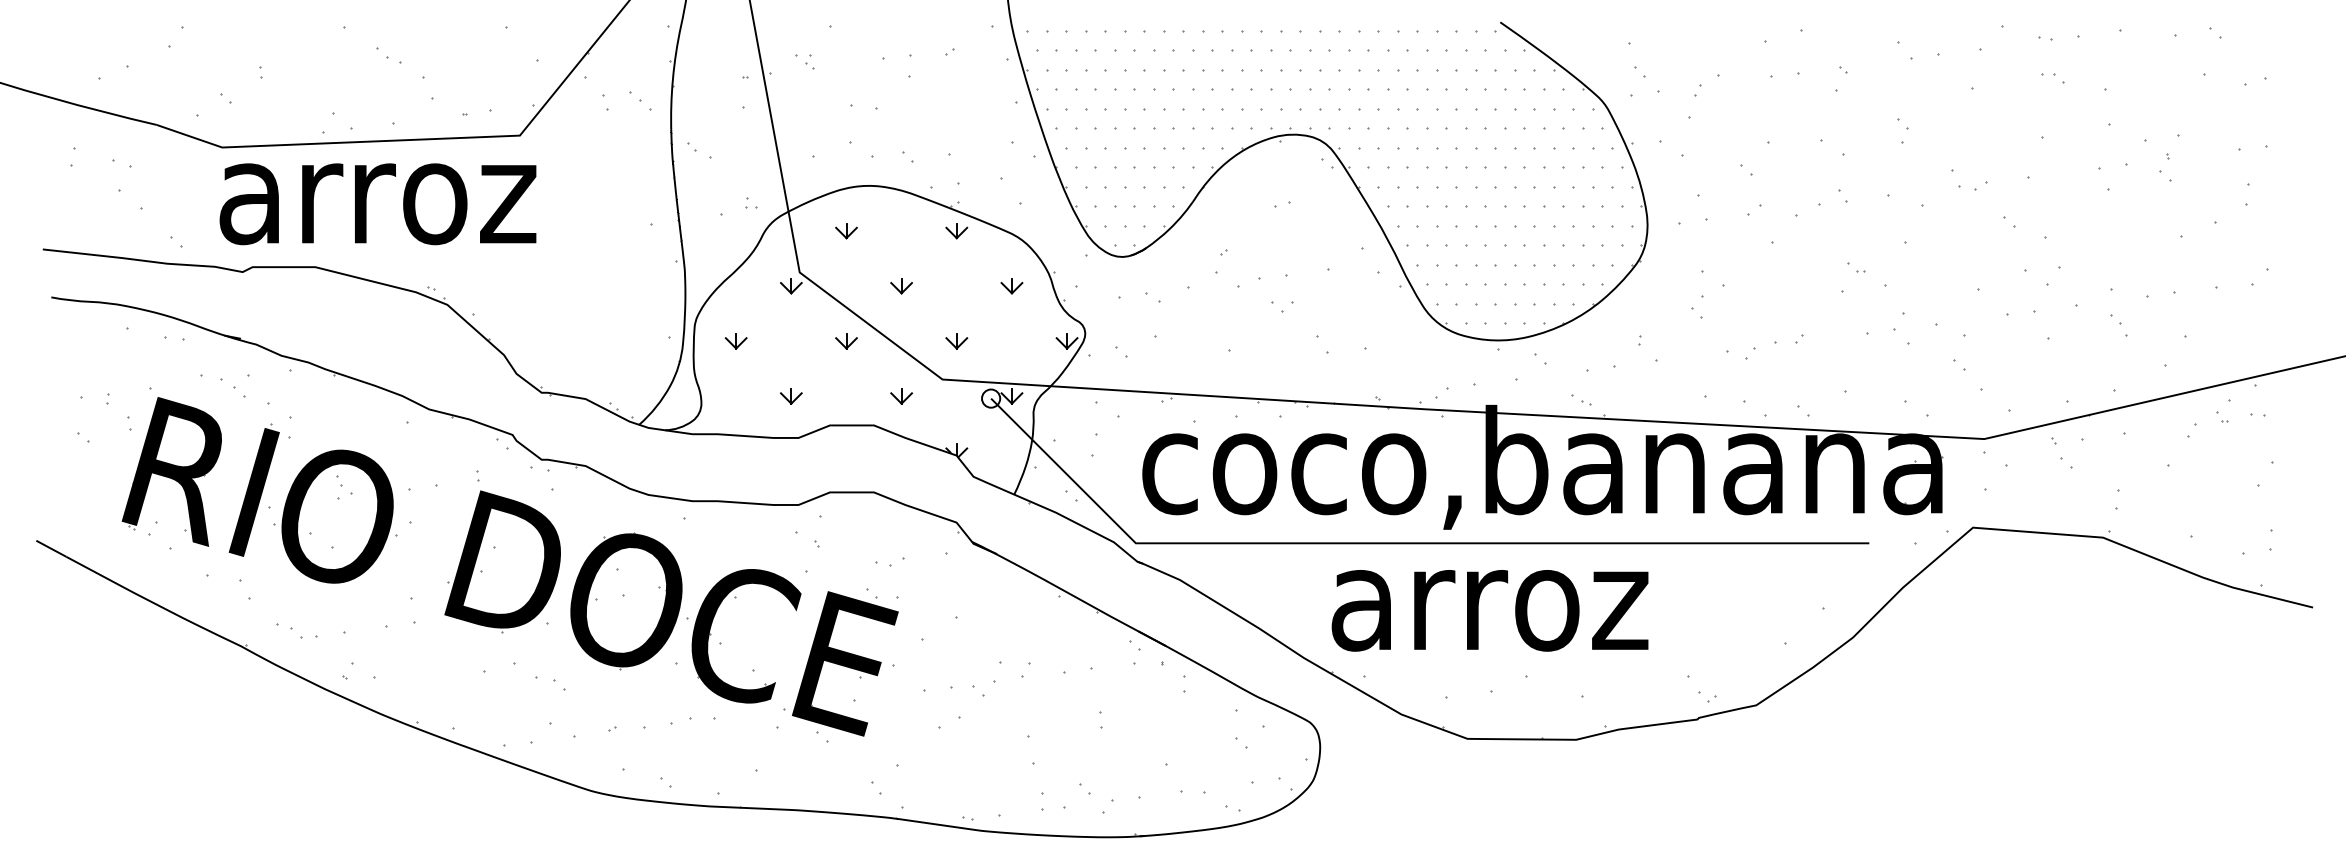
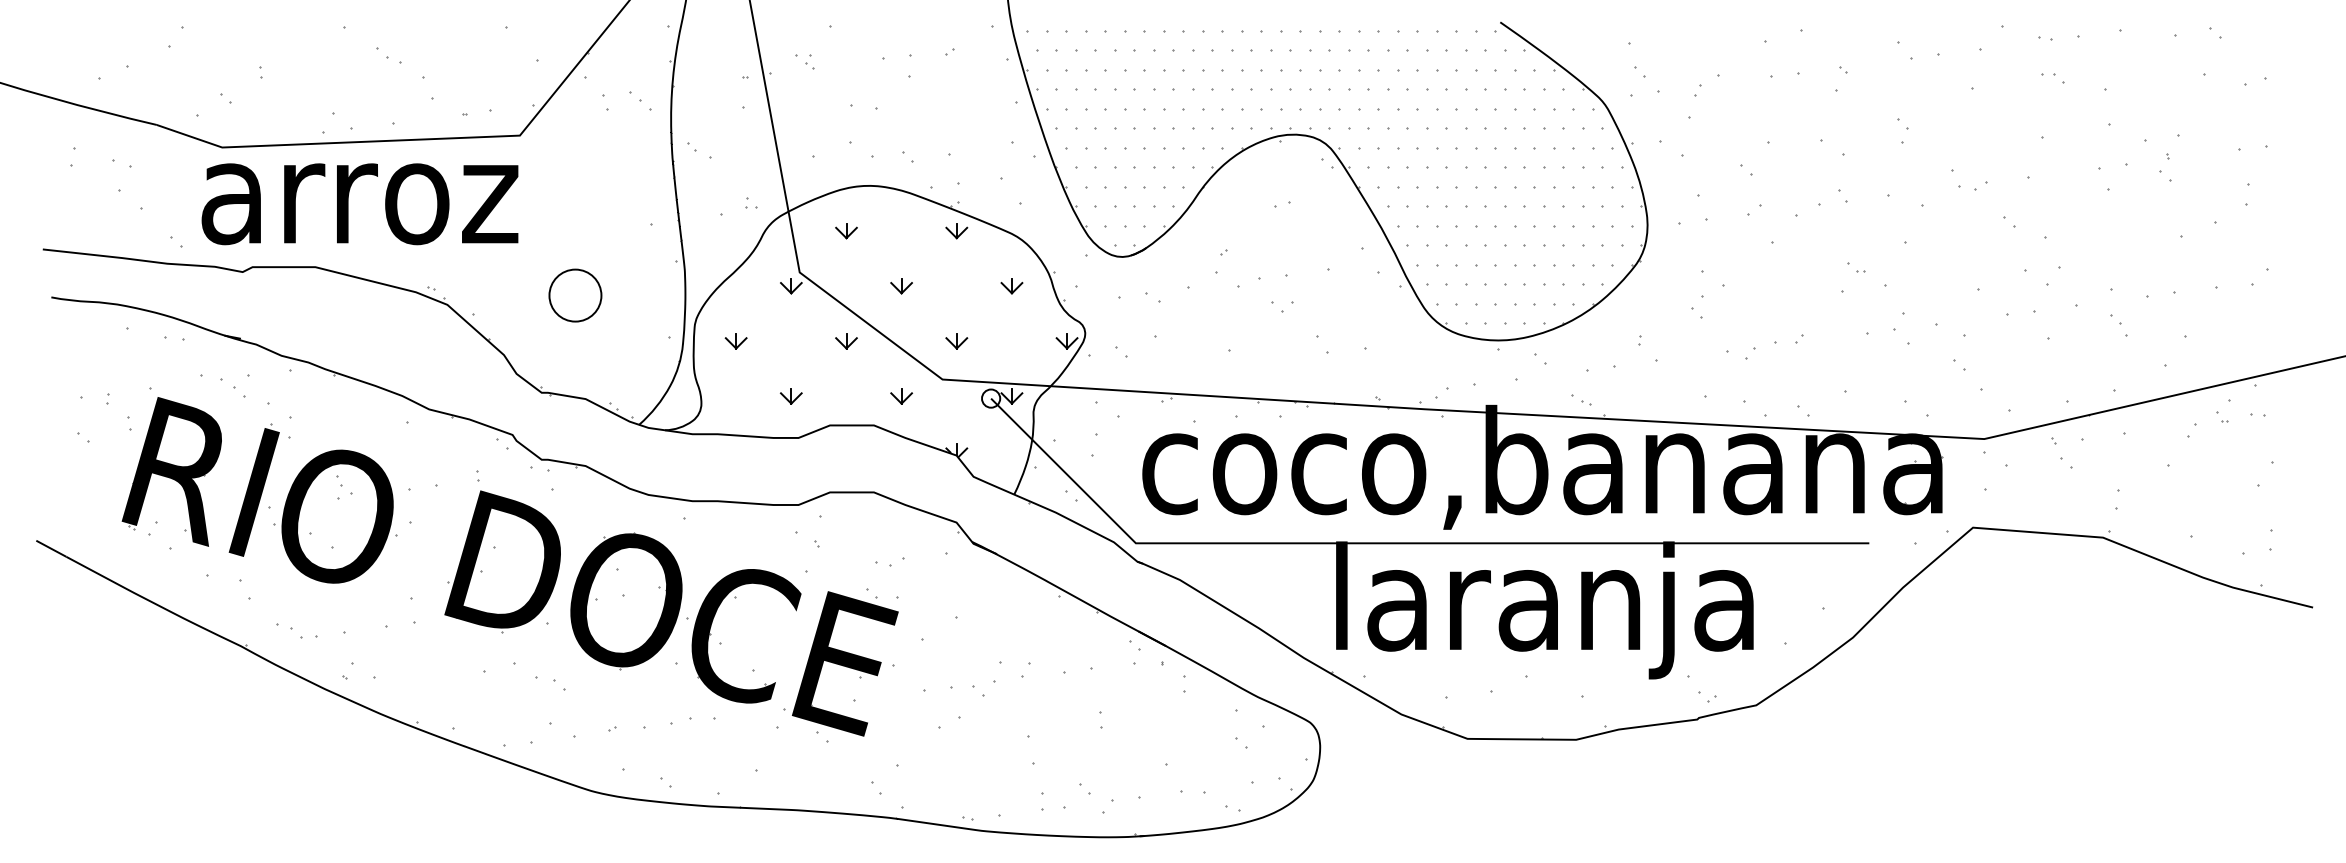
text at (377, 204) position: (377, 204) -> (359, 204)
part at (575, 295): none -> present
text at (1542, 610): arroz -> laranja
